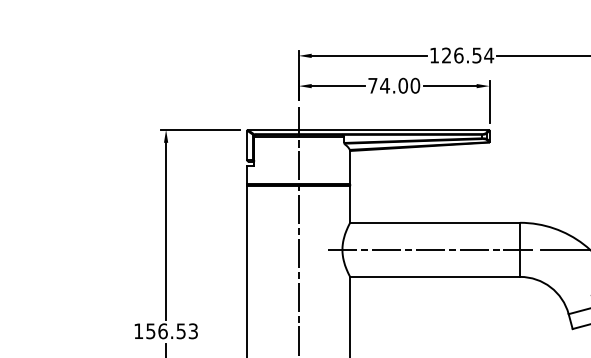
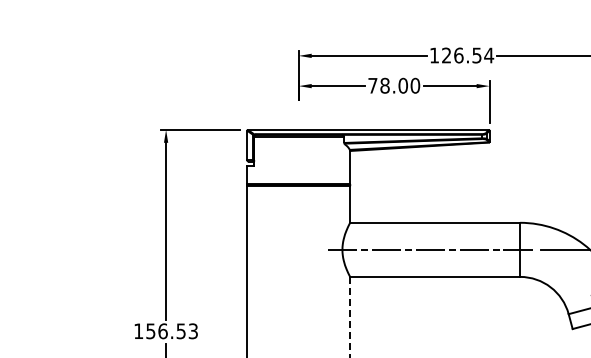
text at (384, 85): 74.00 -> 78.00
line at (298, 230): present -> none
line at (350, 317): solid -> dashed
